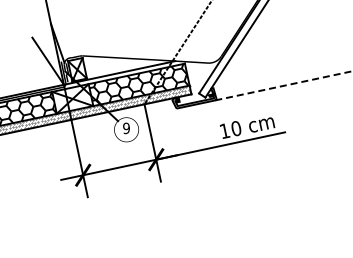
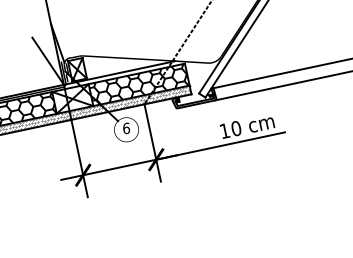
line at (281, 73): none -> present
line at (284, 85): dashed -> solid
text at (126, 128): 9 -> 6
